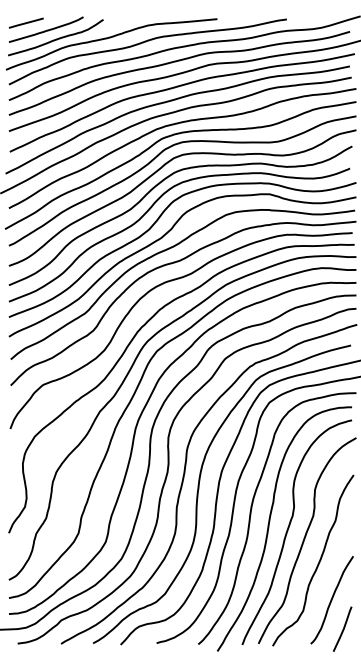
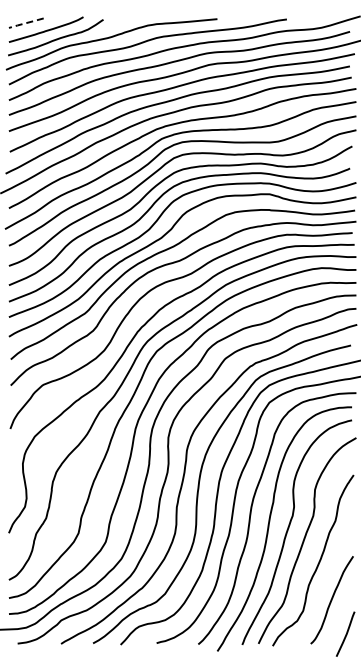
line at (26, 23): solid -> dashed
line at (343, 628) position: (343, 628) -> (346, 633)
